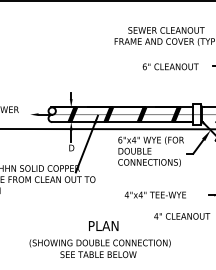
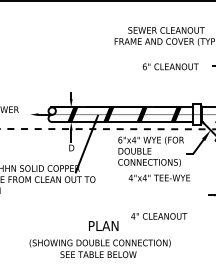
line at (108, 129): solid -> dashed
text at (154, 194) position: (154, 194) -> (158, 177)
text at (182, 216) position: (182, 216) -> (159, 216)
